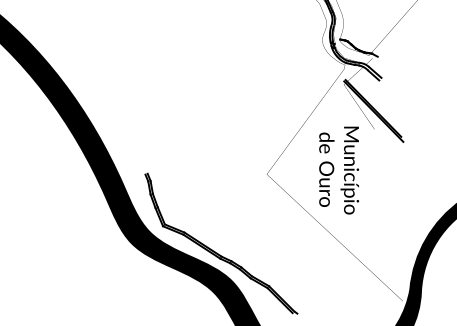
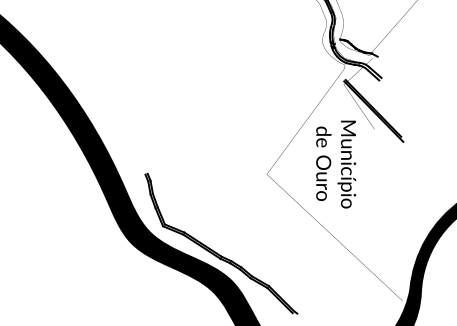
text at (339, 170) position: (339, 170) -> (336, 164)
